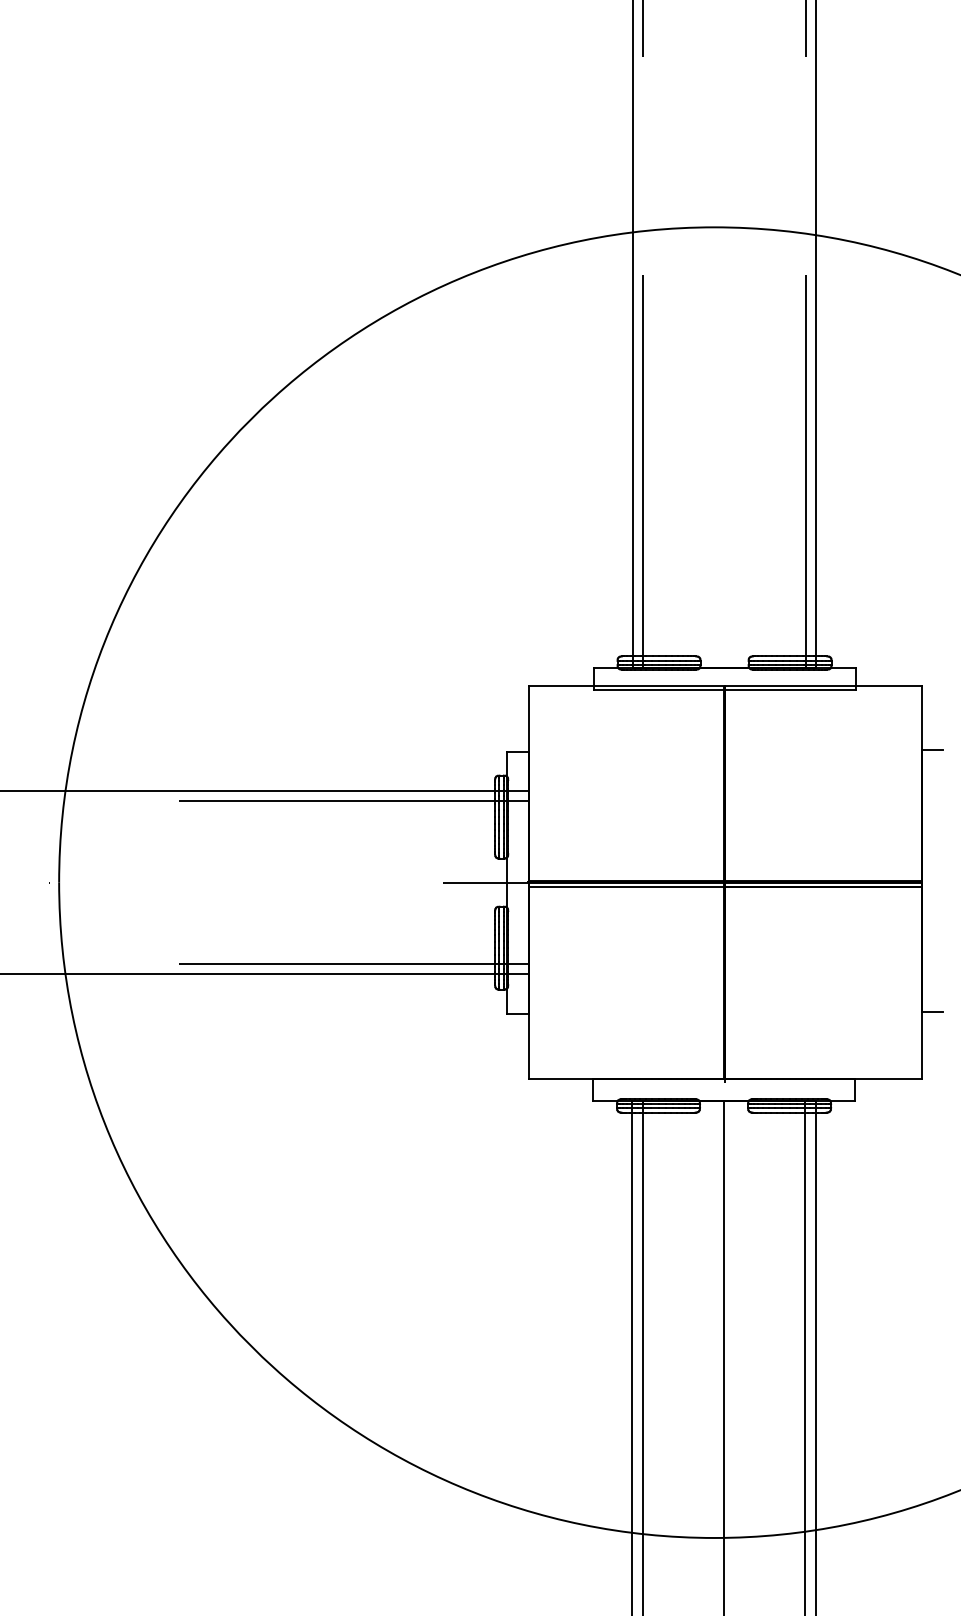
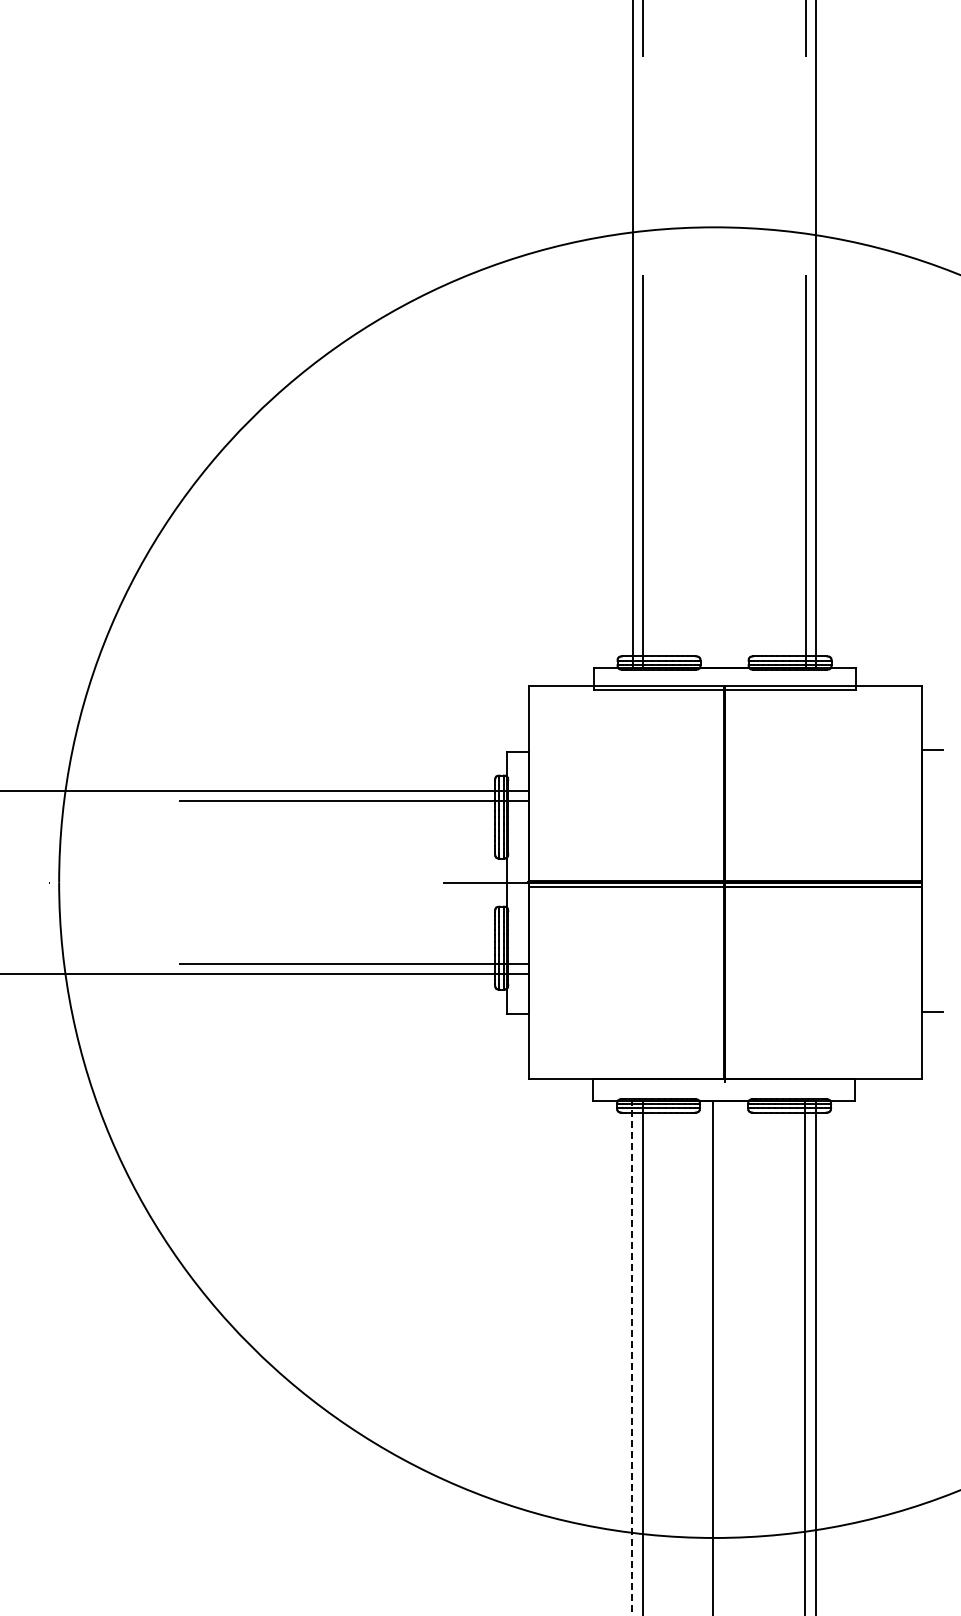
line at (724, 1356) position: (724, 1356) -> (713, 1356)
line at (632, 1357): solid -> dashed
